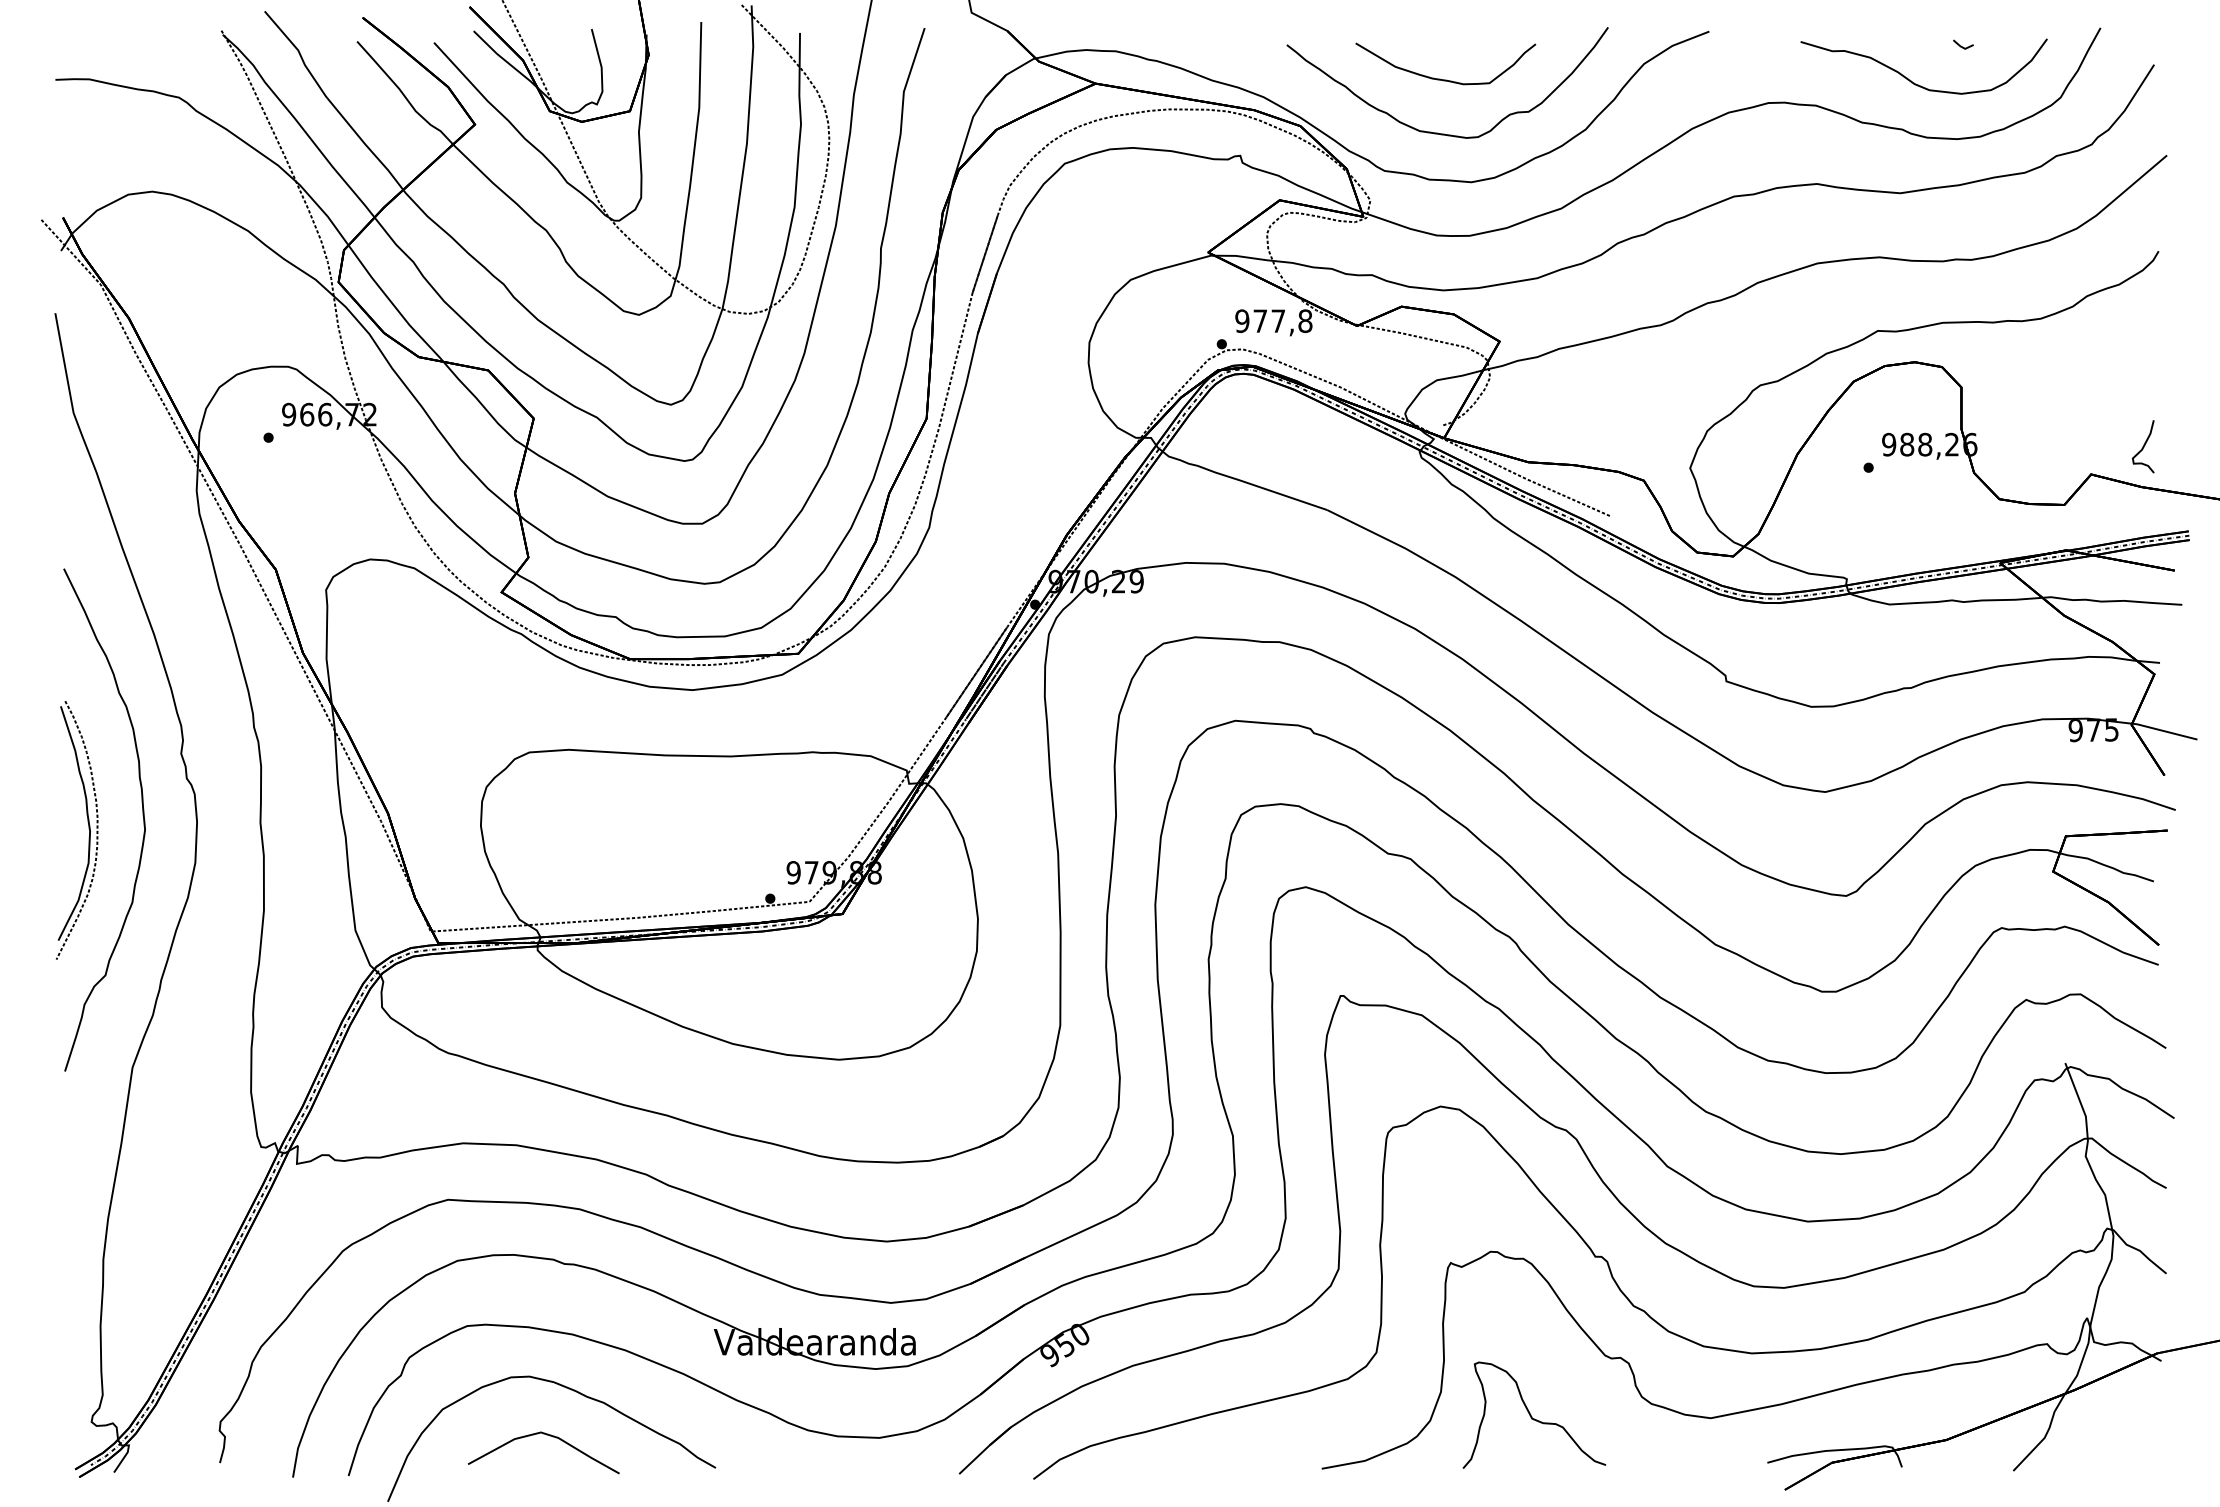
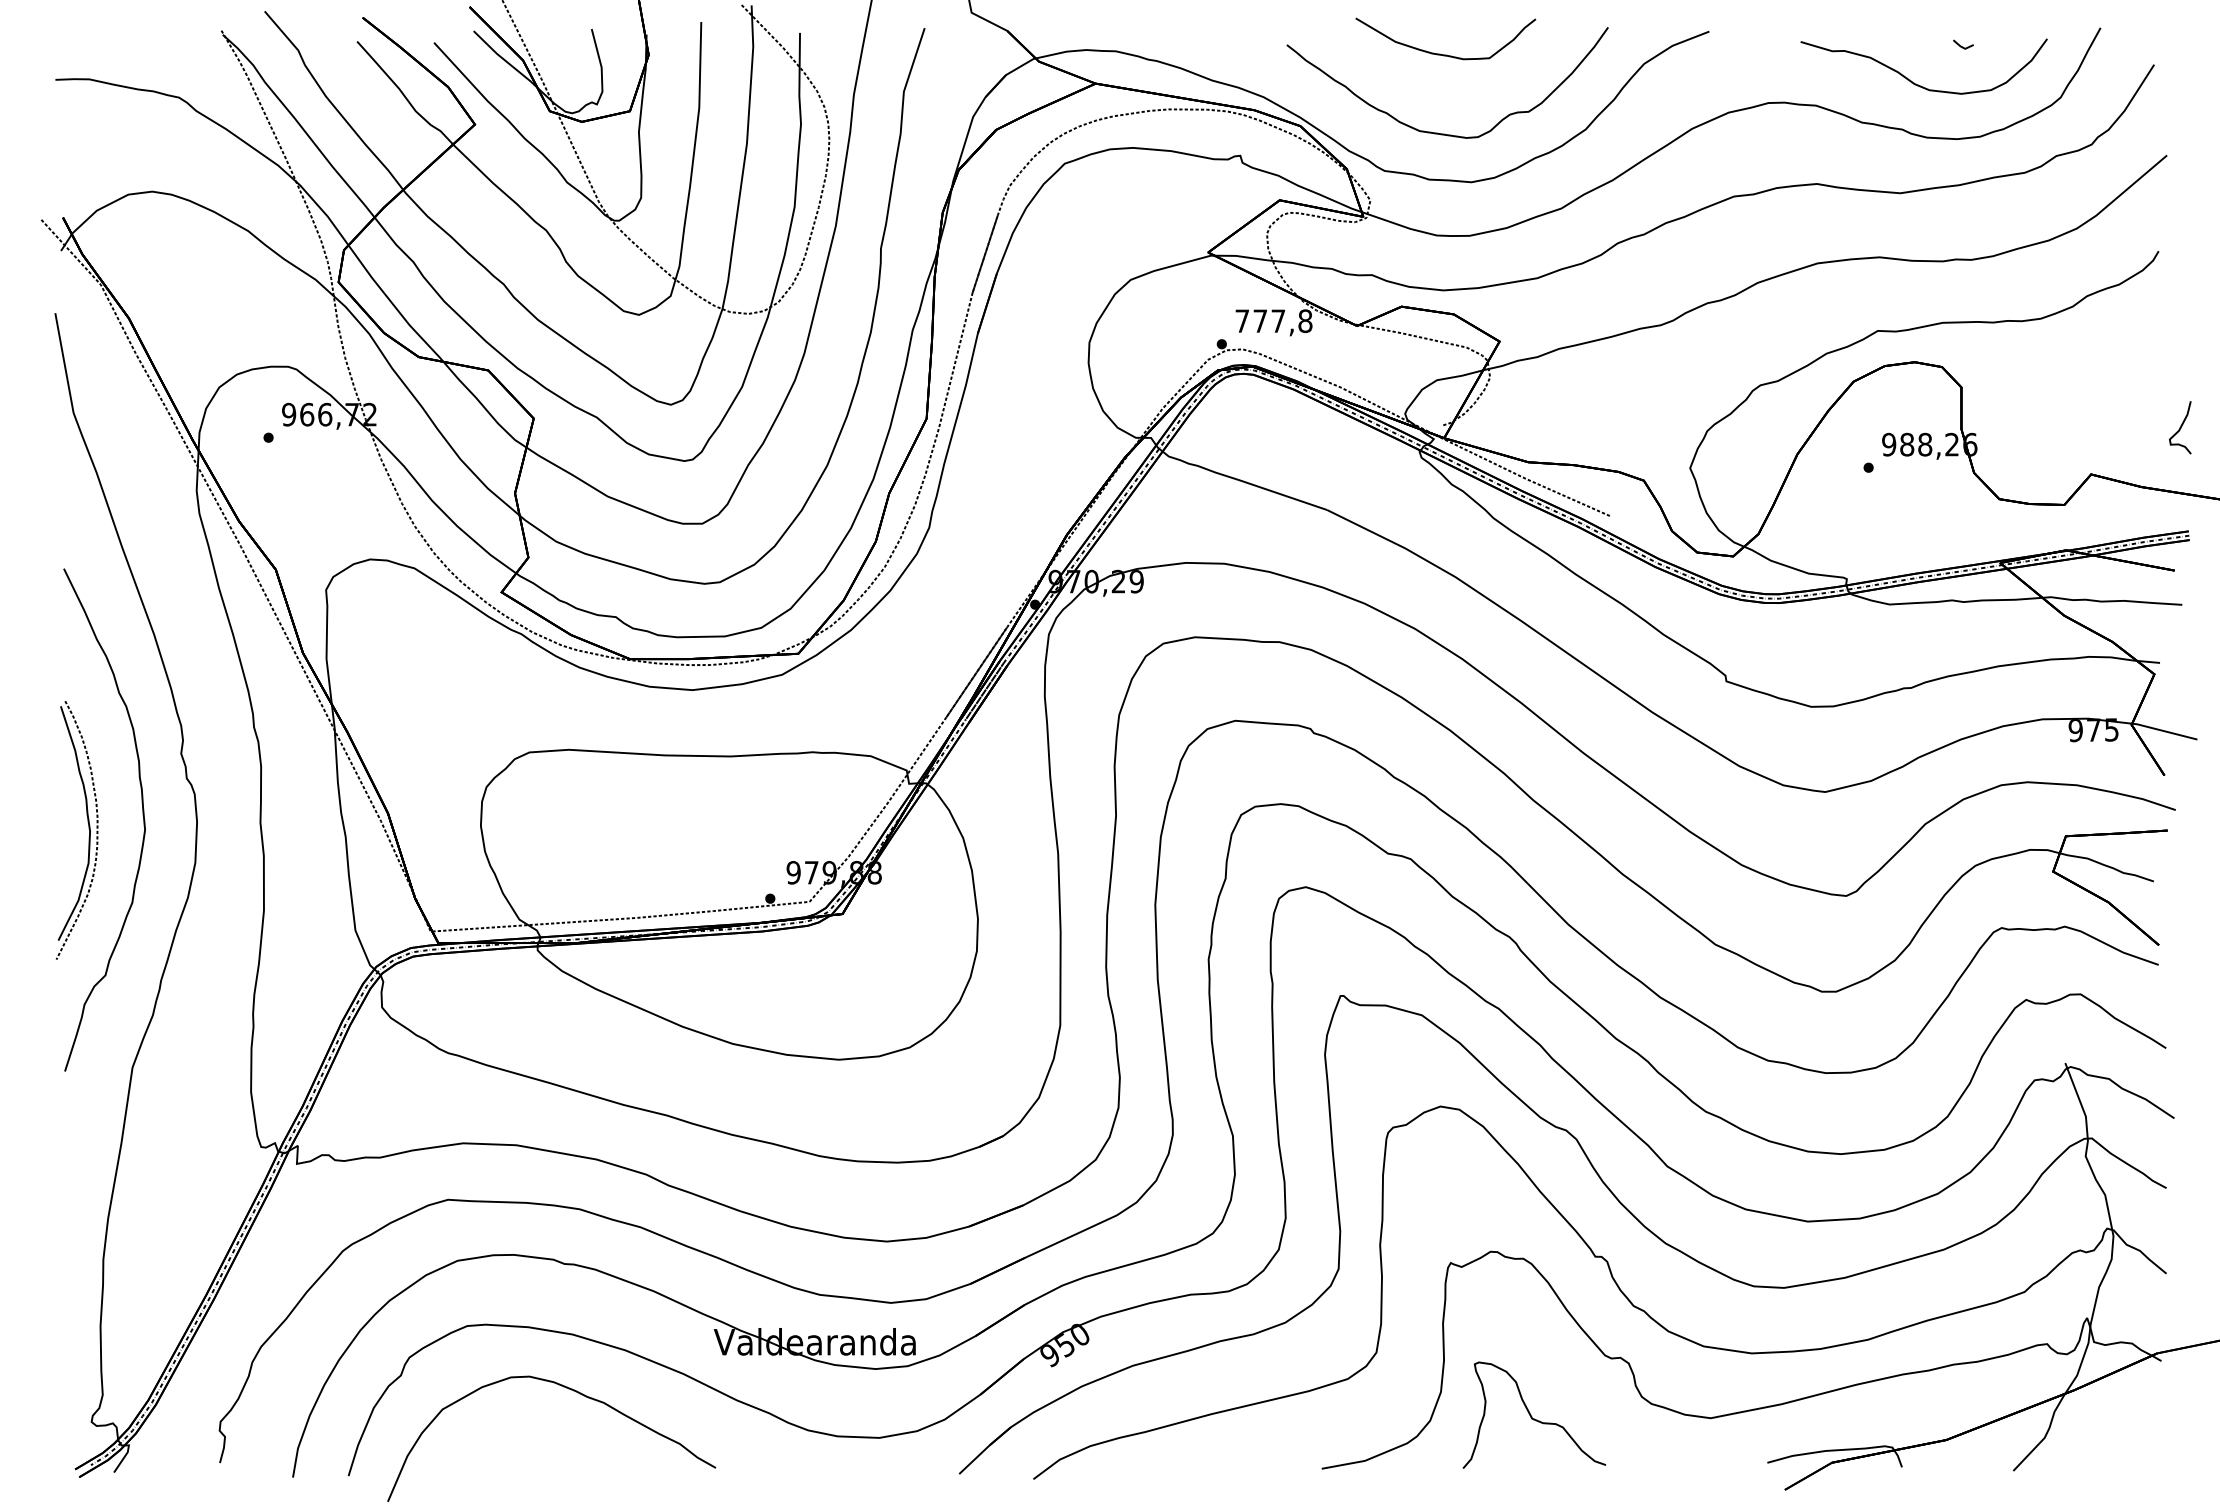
curve at (1440, 78) position: (1440, 78) -> (1440, 53)
text at (1242, 320): 977,8 -> 777,8
curve at (2143, 446) position: (2143, 446) -> (2180, 427)
curve at (549, 1436): present -> none
